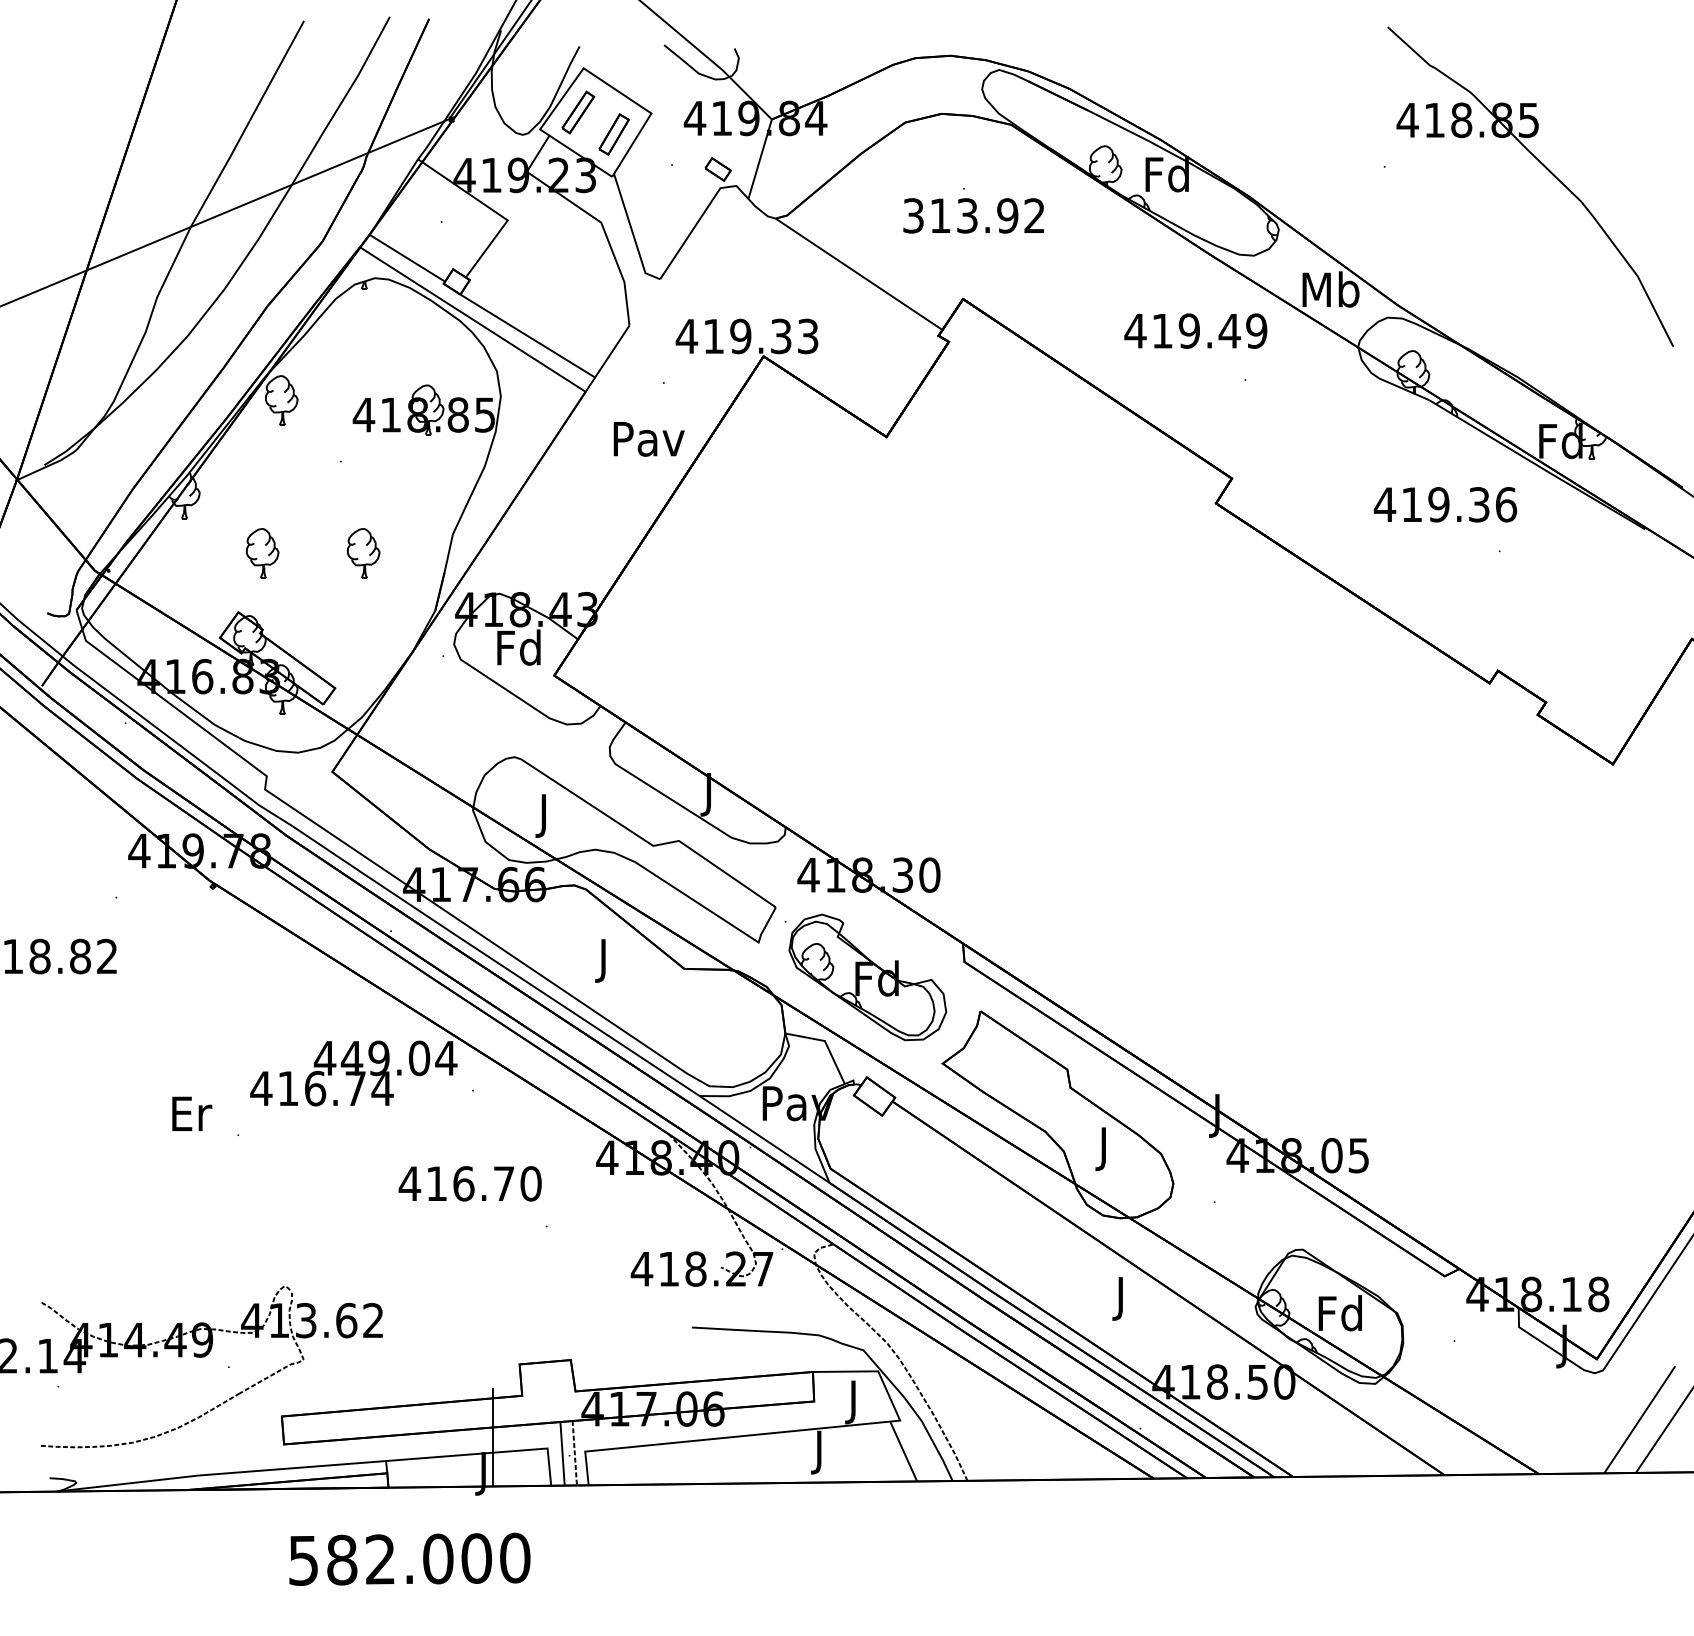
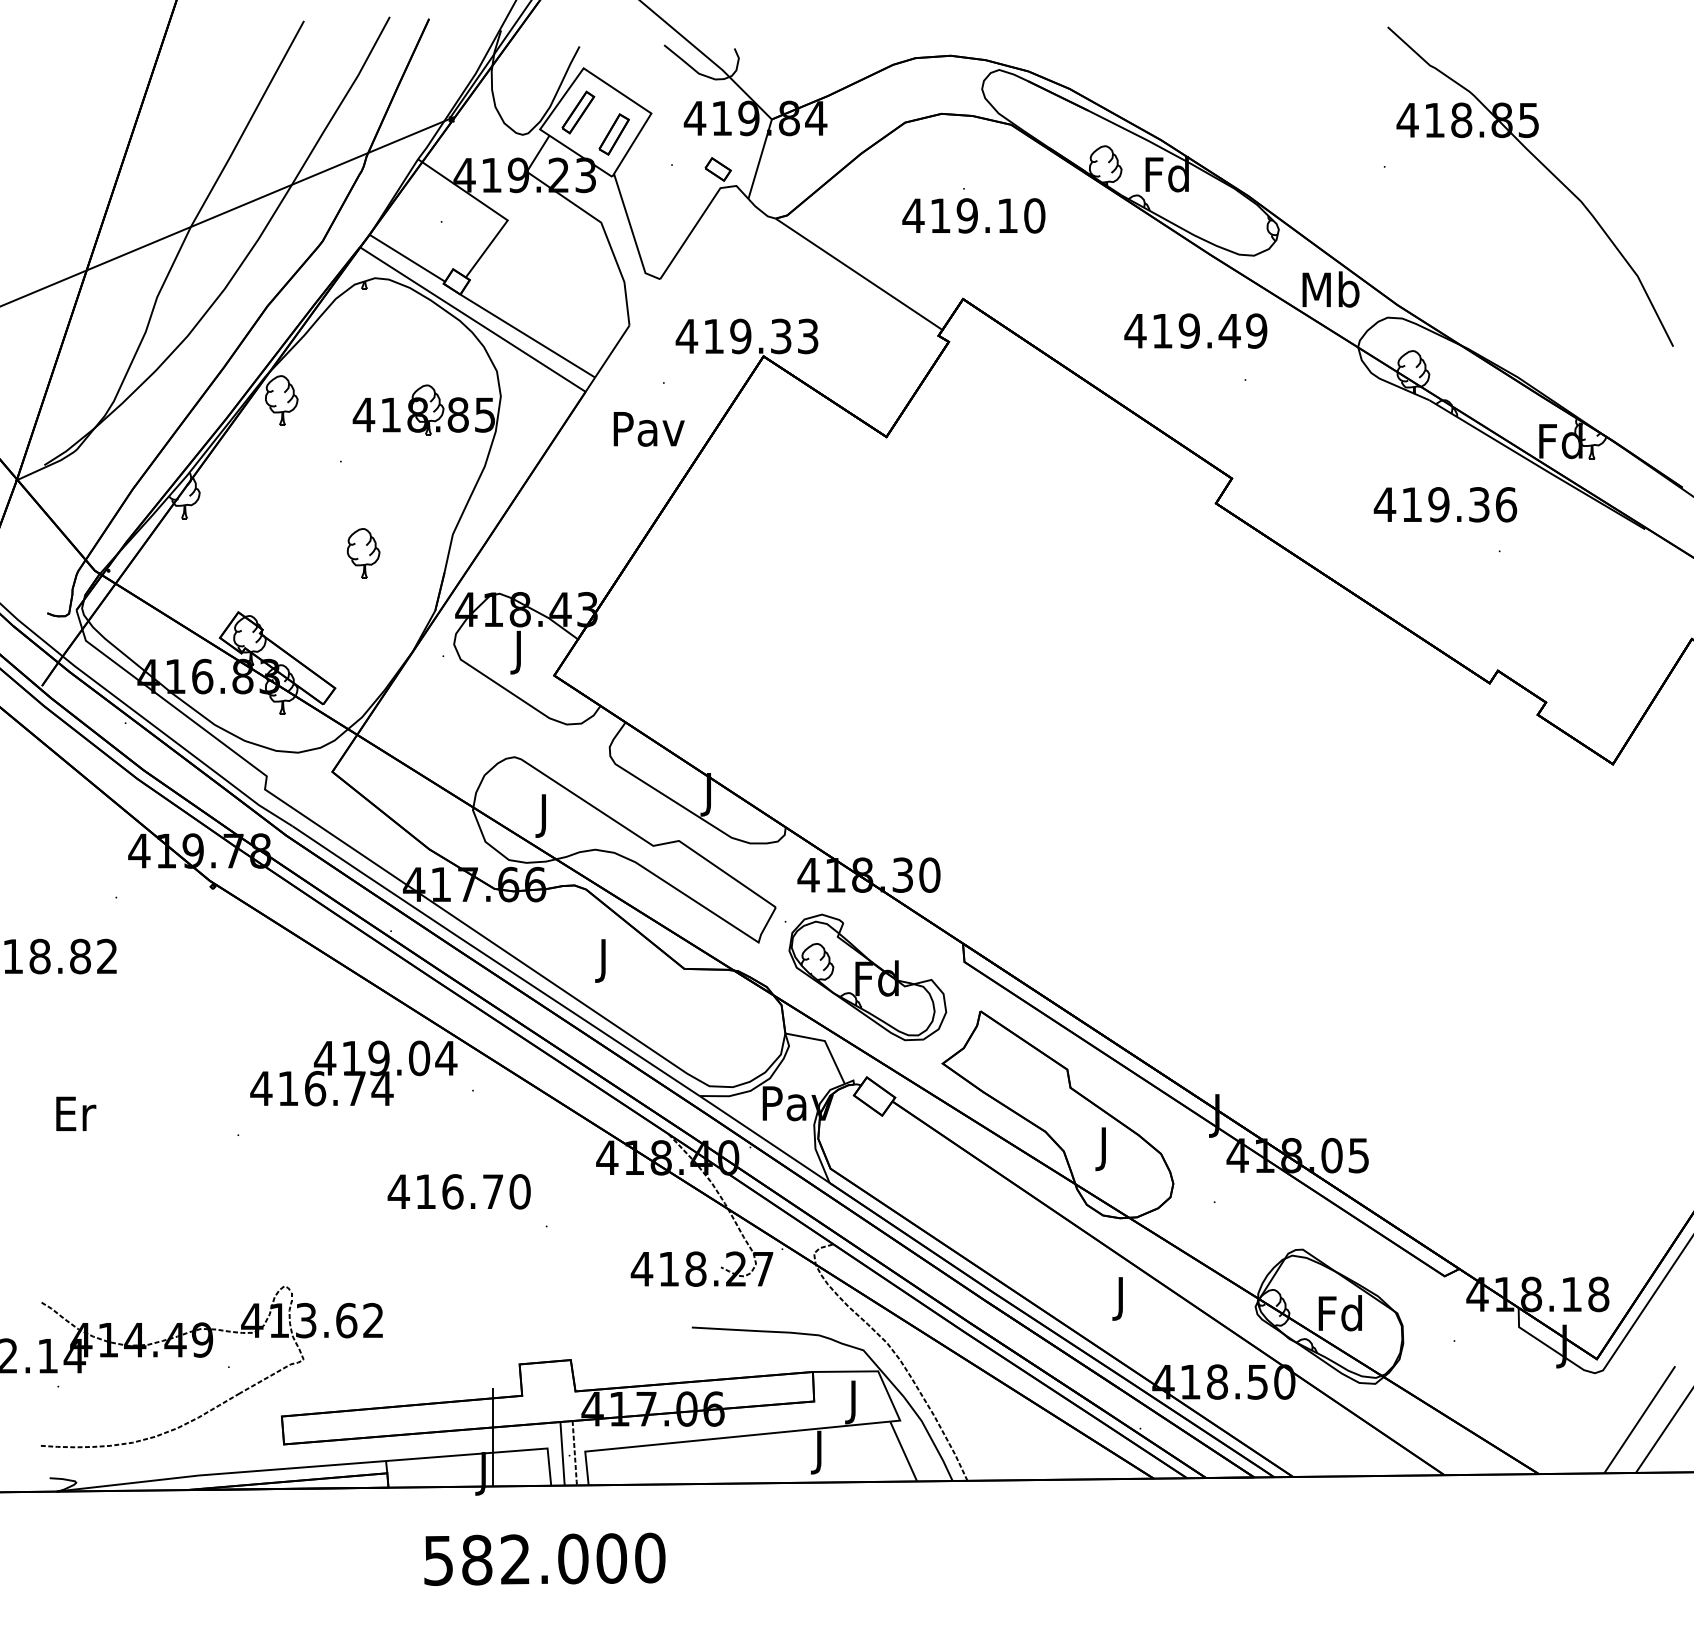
text at (973, 215): 313.92 -> 419.10
text at (648, 439) position: (648, 439) -> (648, 429)
part at (262, 553): present -> none
text at (518, 651): Fd -> J
text at (351, 1058): 449.04 -> 419.04
text at (192, 1113) position: (192, 1113) -> (76, 1113)
text at (469, 1183) position: (469, 1183) -> (458, 1191)
text at (409, 1558) position: (409, 1558) -> (544, 1558)
